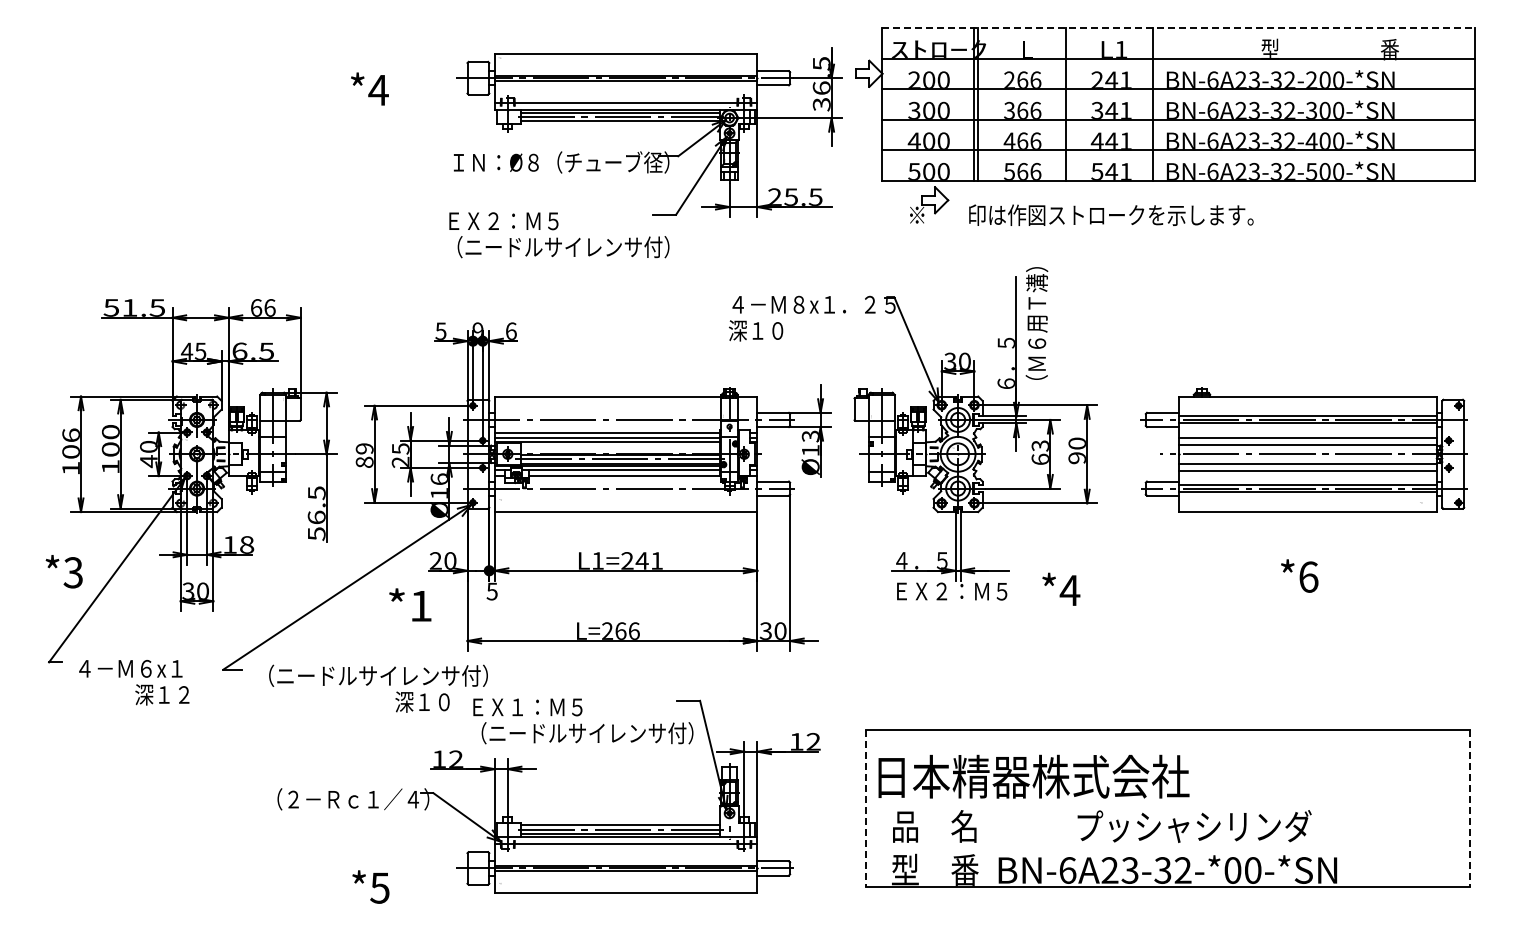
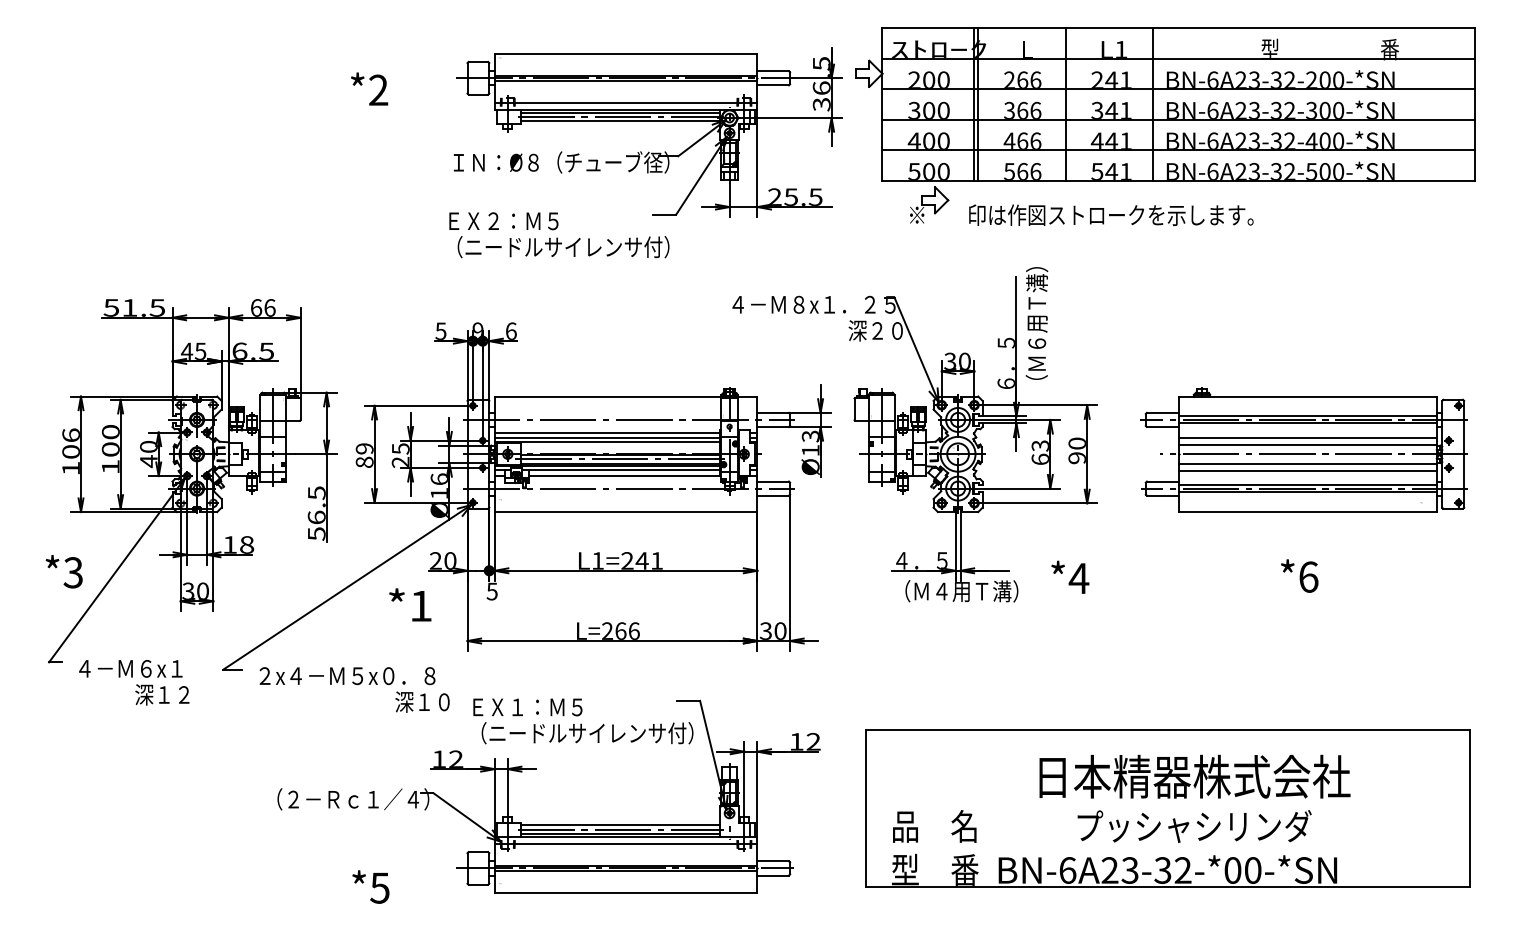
line at (1179, 28): dashed -> solid
text at (378, 89): *4 -> *2
text at (815, 330): 深１０ -> 深２０
text at (1061, 588) position: (1061, 588) -> (1070, 576)
text at (957, 591): ＥＸ２：Ｍ５ -> （Ｍ４用Ｔ溝）
text at (373, 675): （ニードルサイレンサ付） -> ２x４－Ｍ５x０．８
text at (1033, 776) position: (1033, 776) -> (1194, 776)
line at (866, 808): dashed -> solid
line at (1469, 808): dashed -> solid
